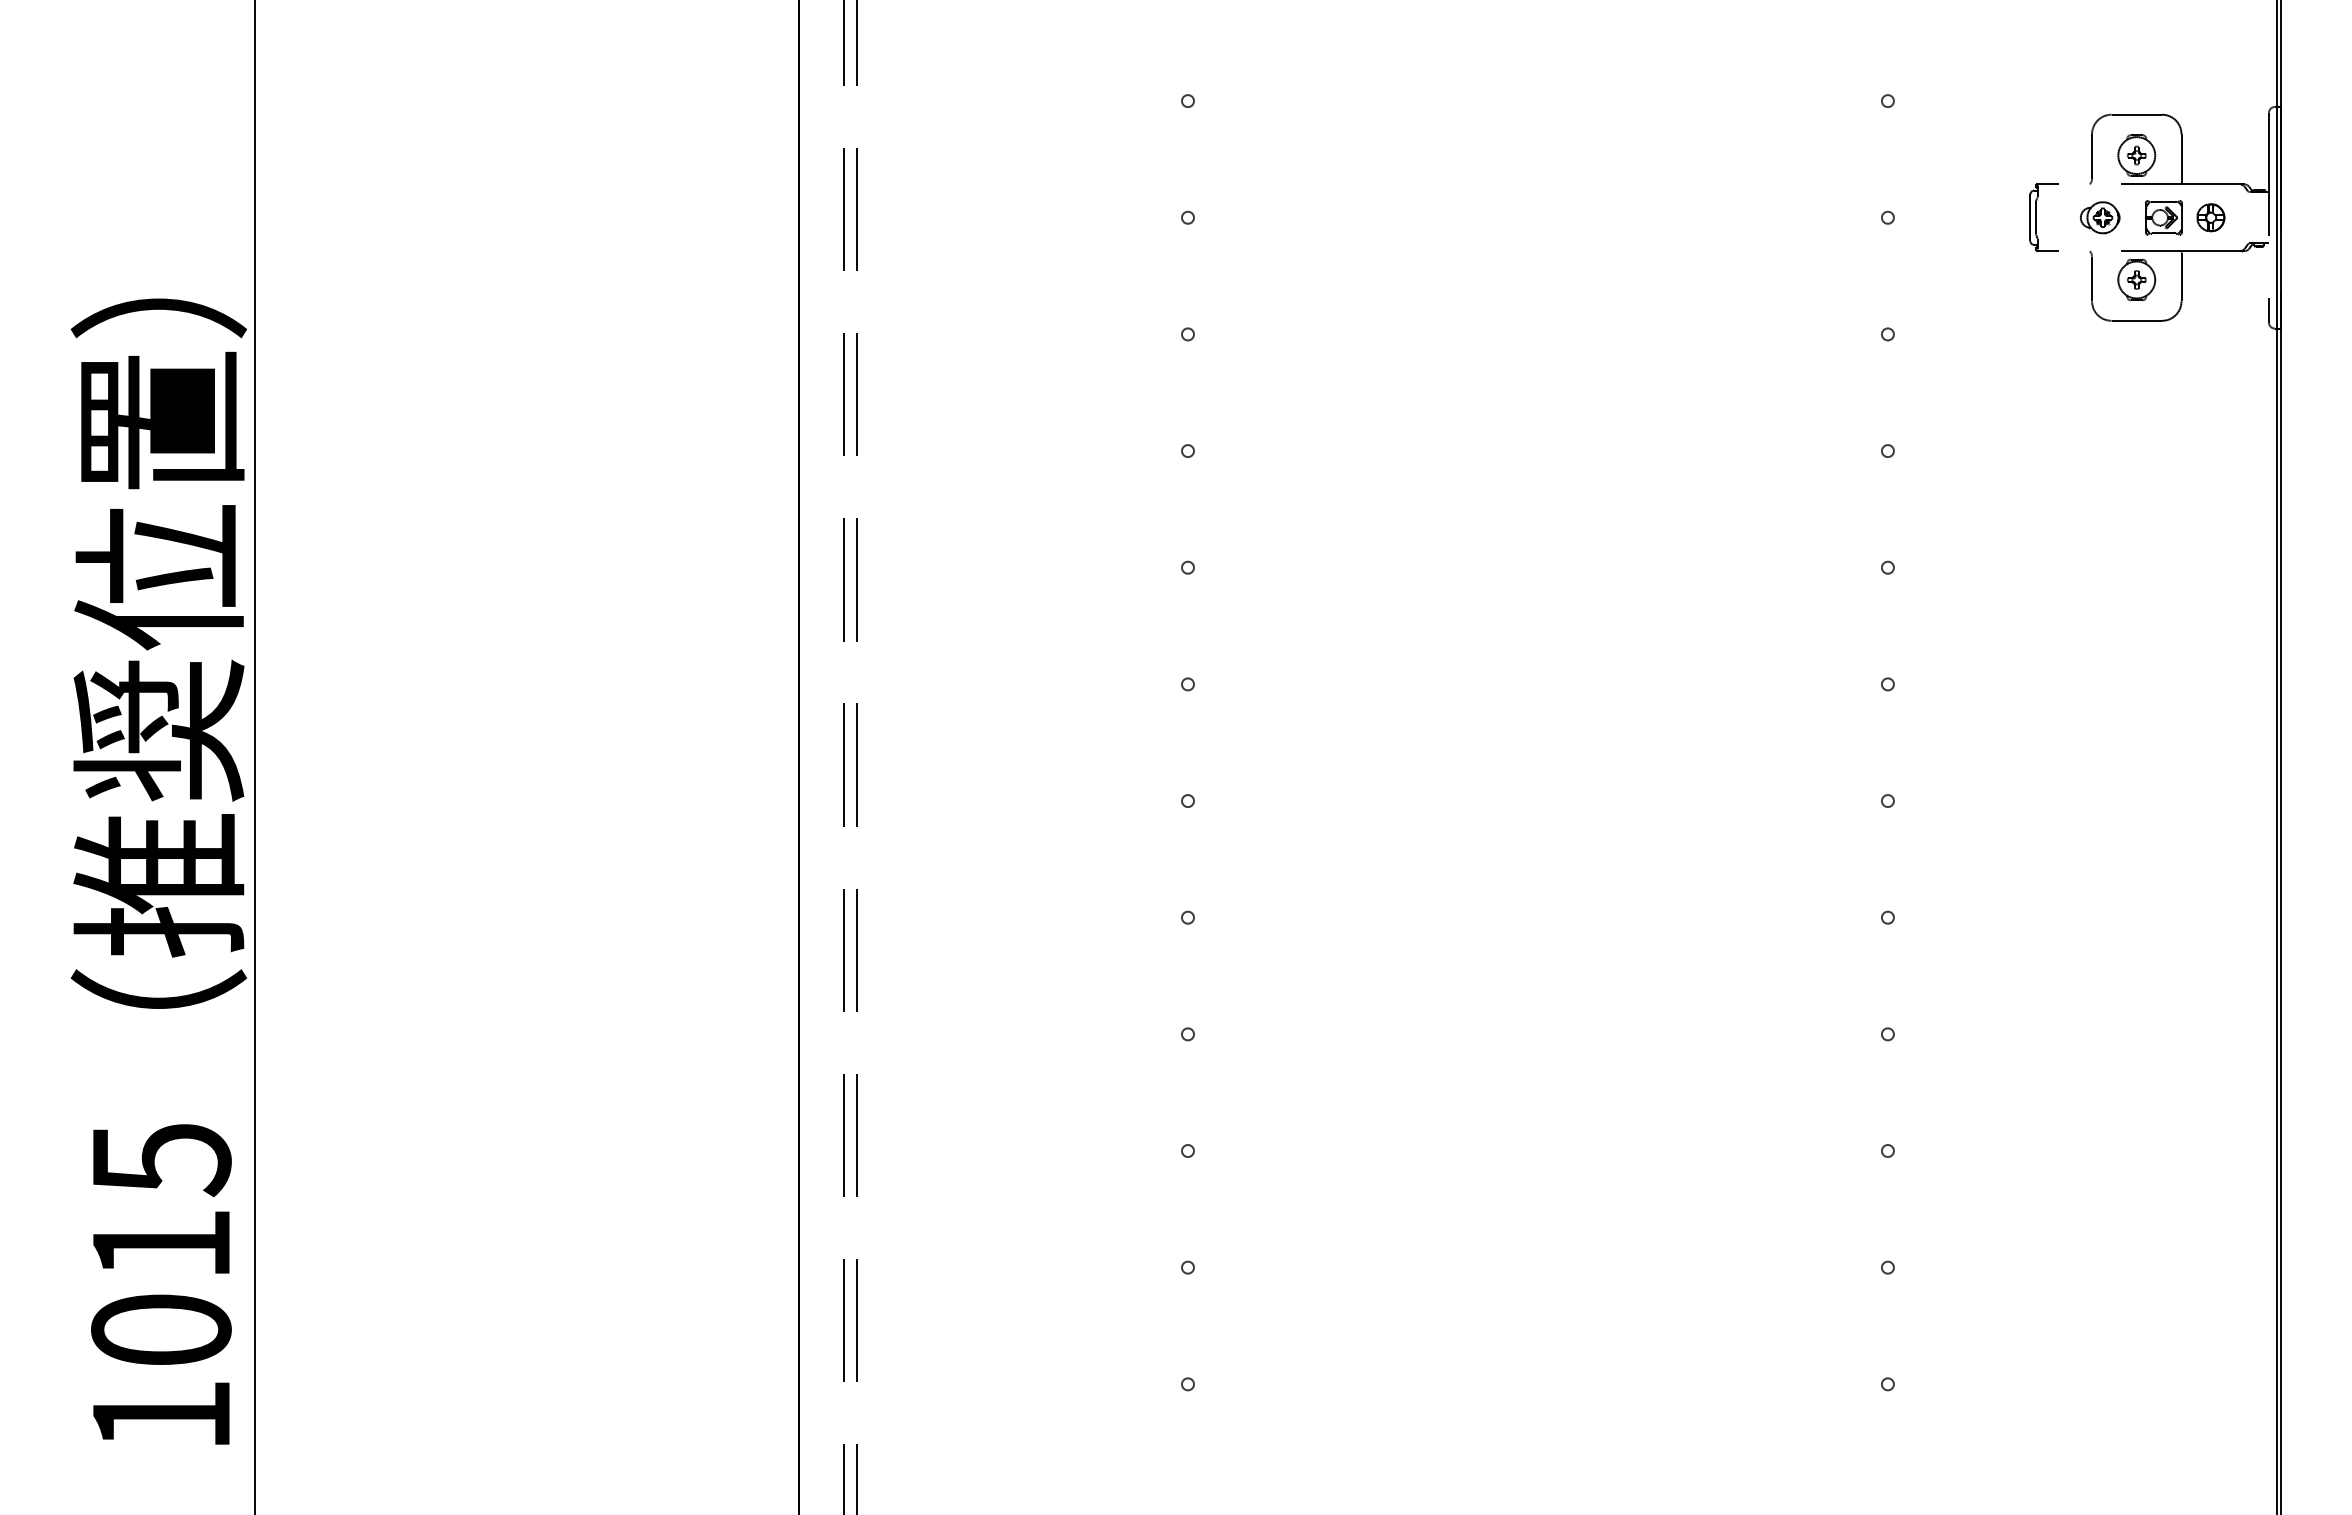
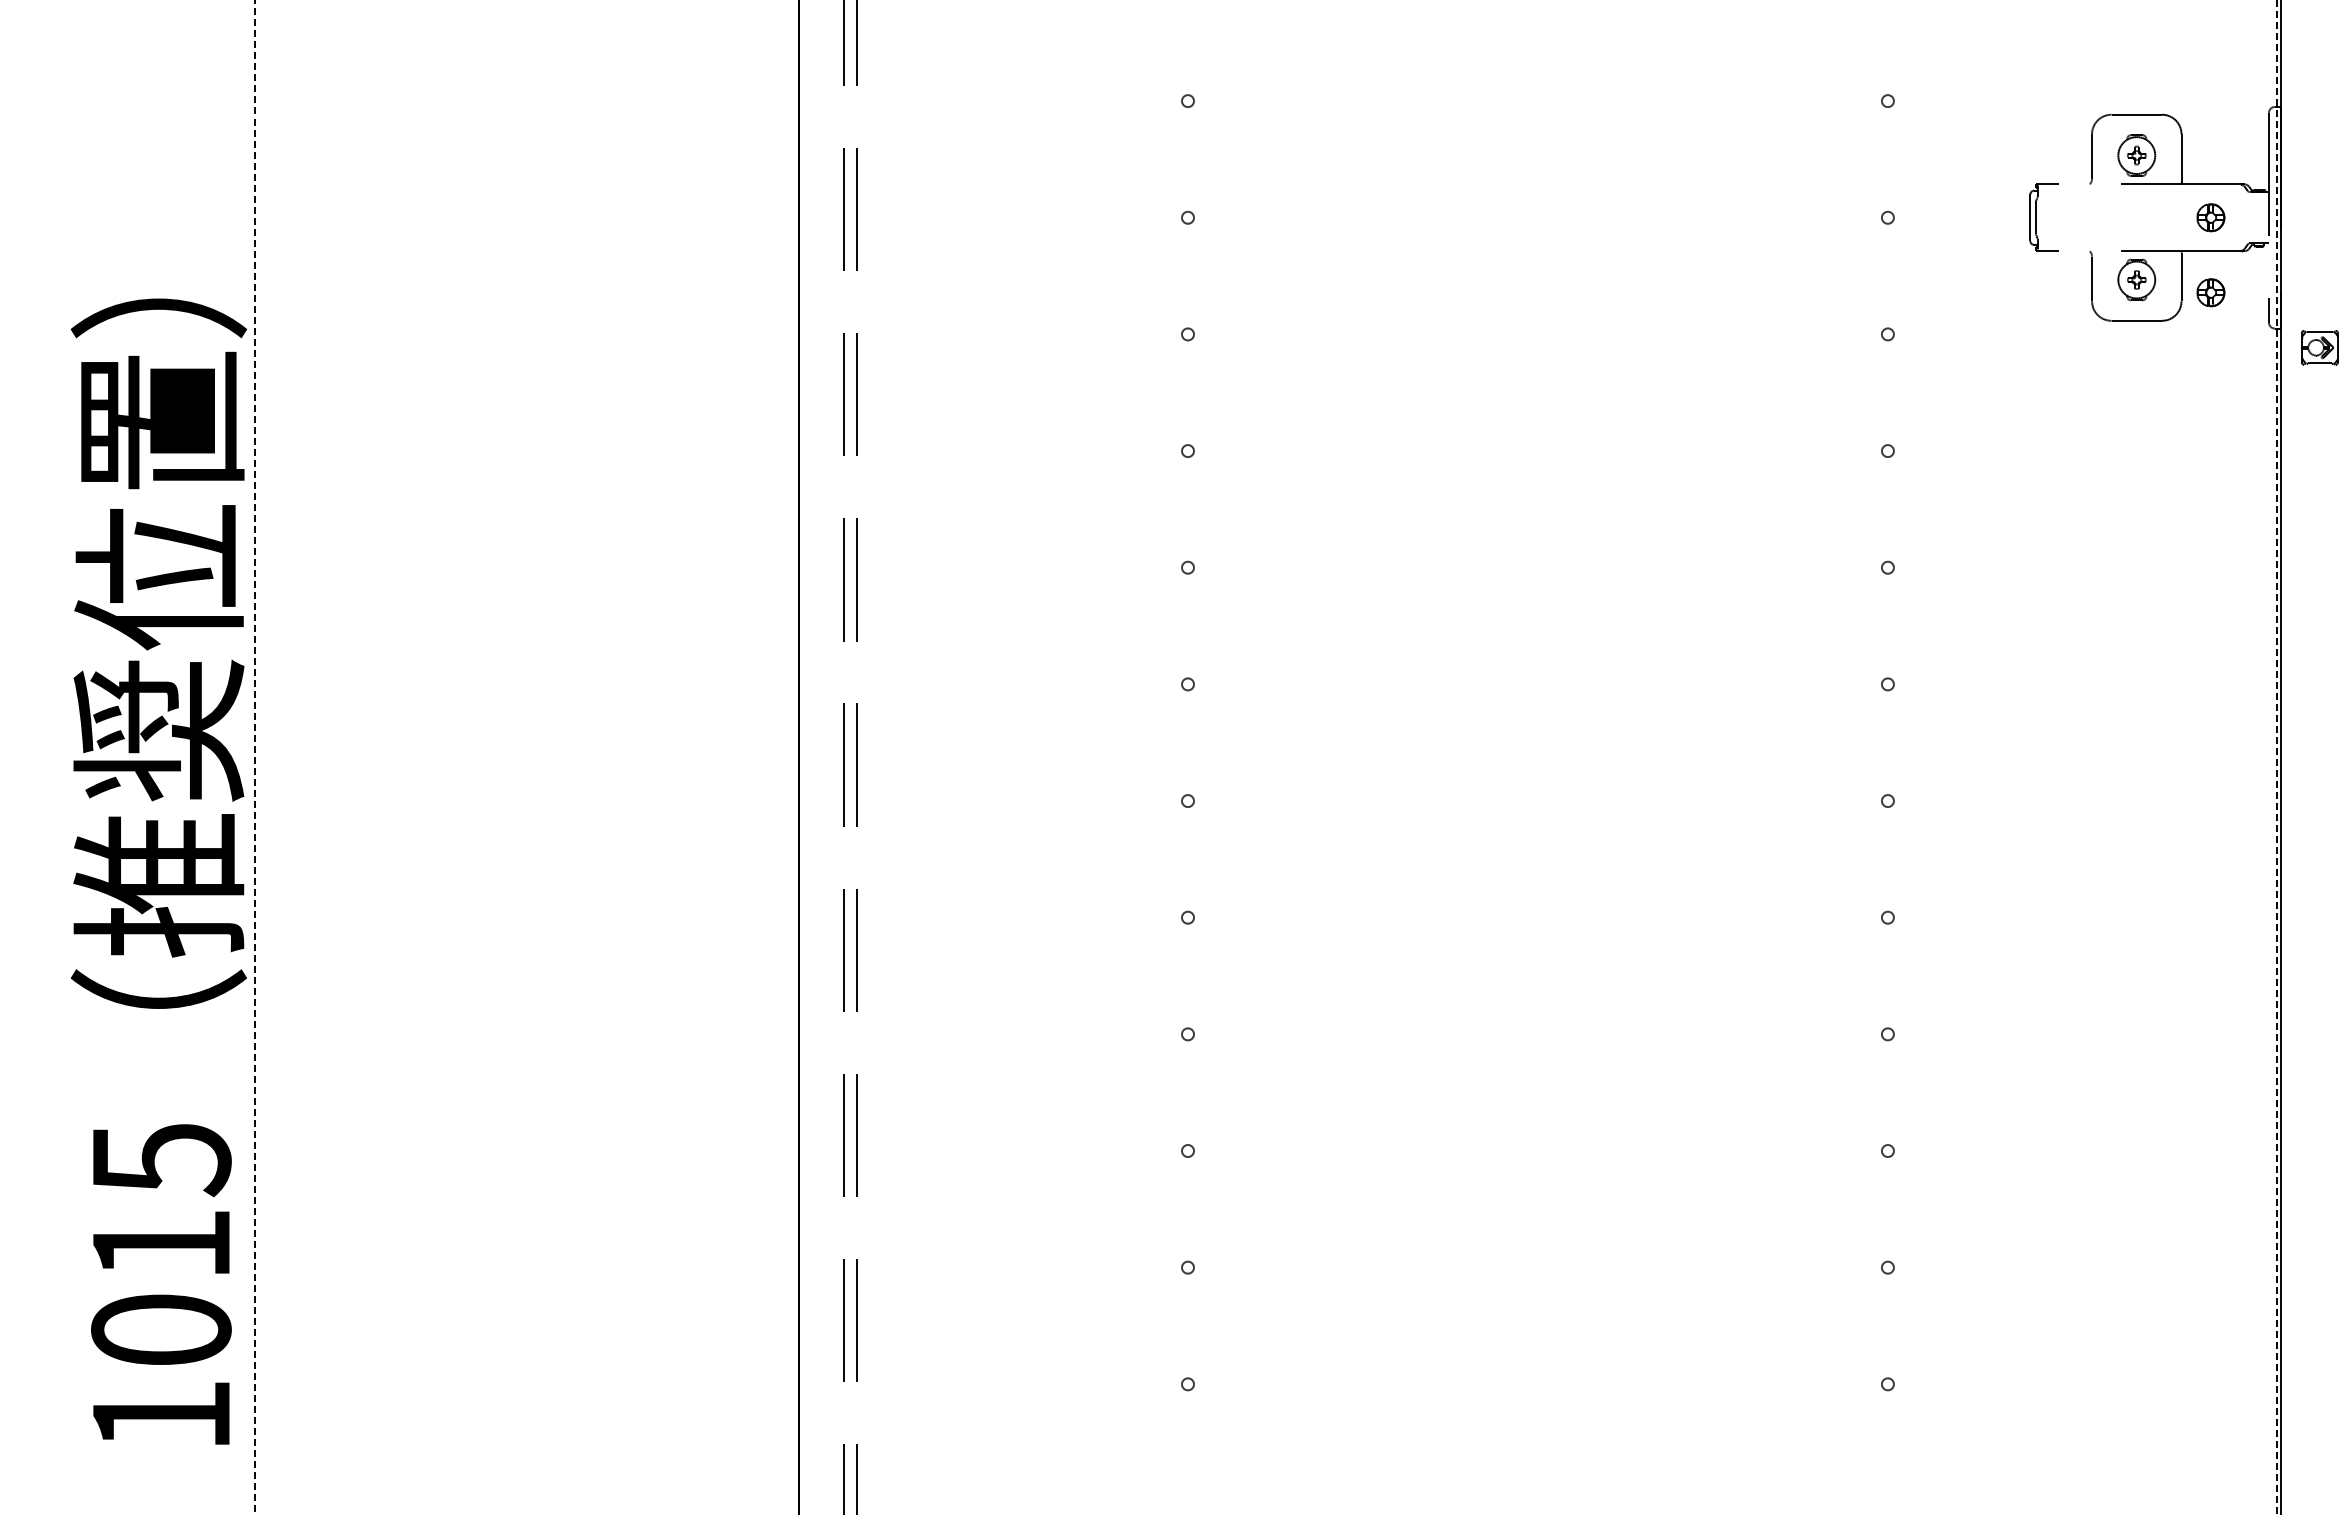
part at (2100, 217): present -> none
part at (2163, 217) position: (2163, 217) -> (2319, 347)
part at (2210, 292): none -> present
line at (254, 757): solid -> dashed
line at (2276, 758): solid -> dashed
